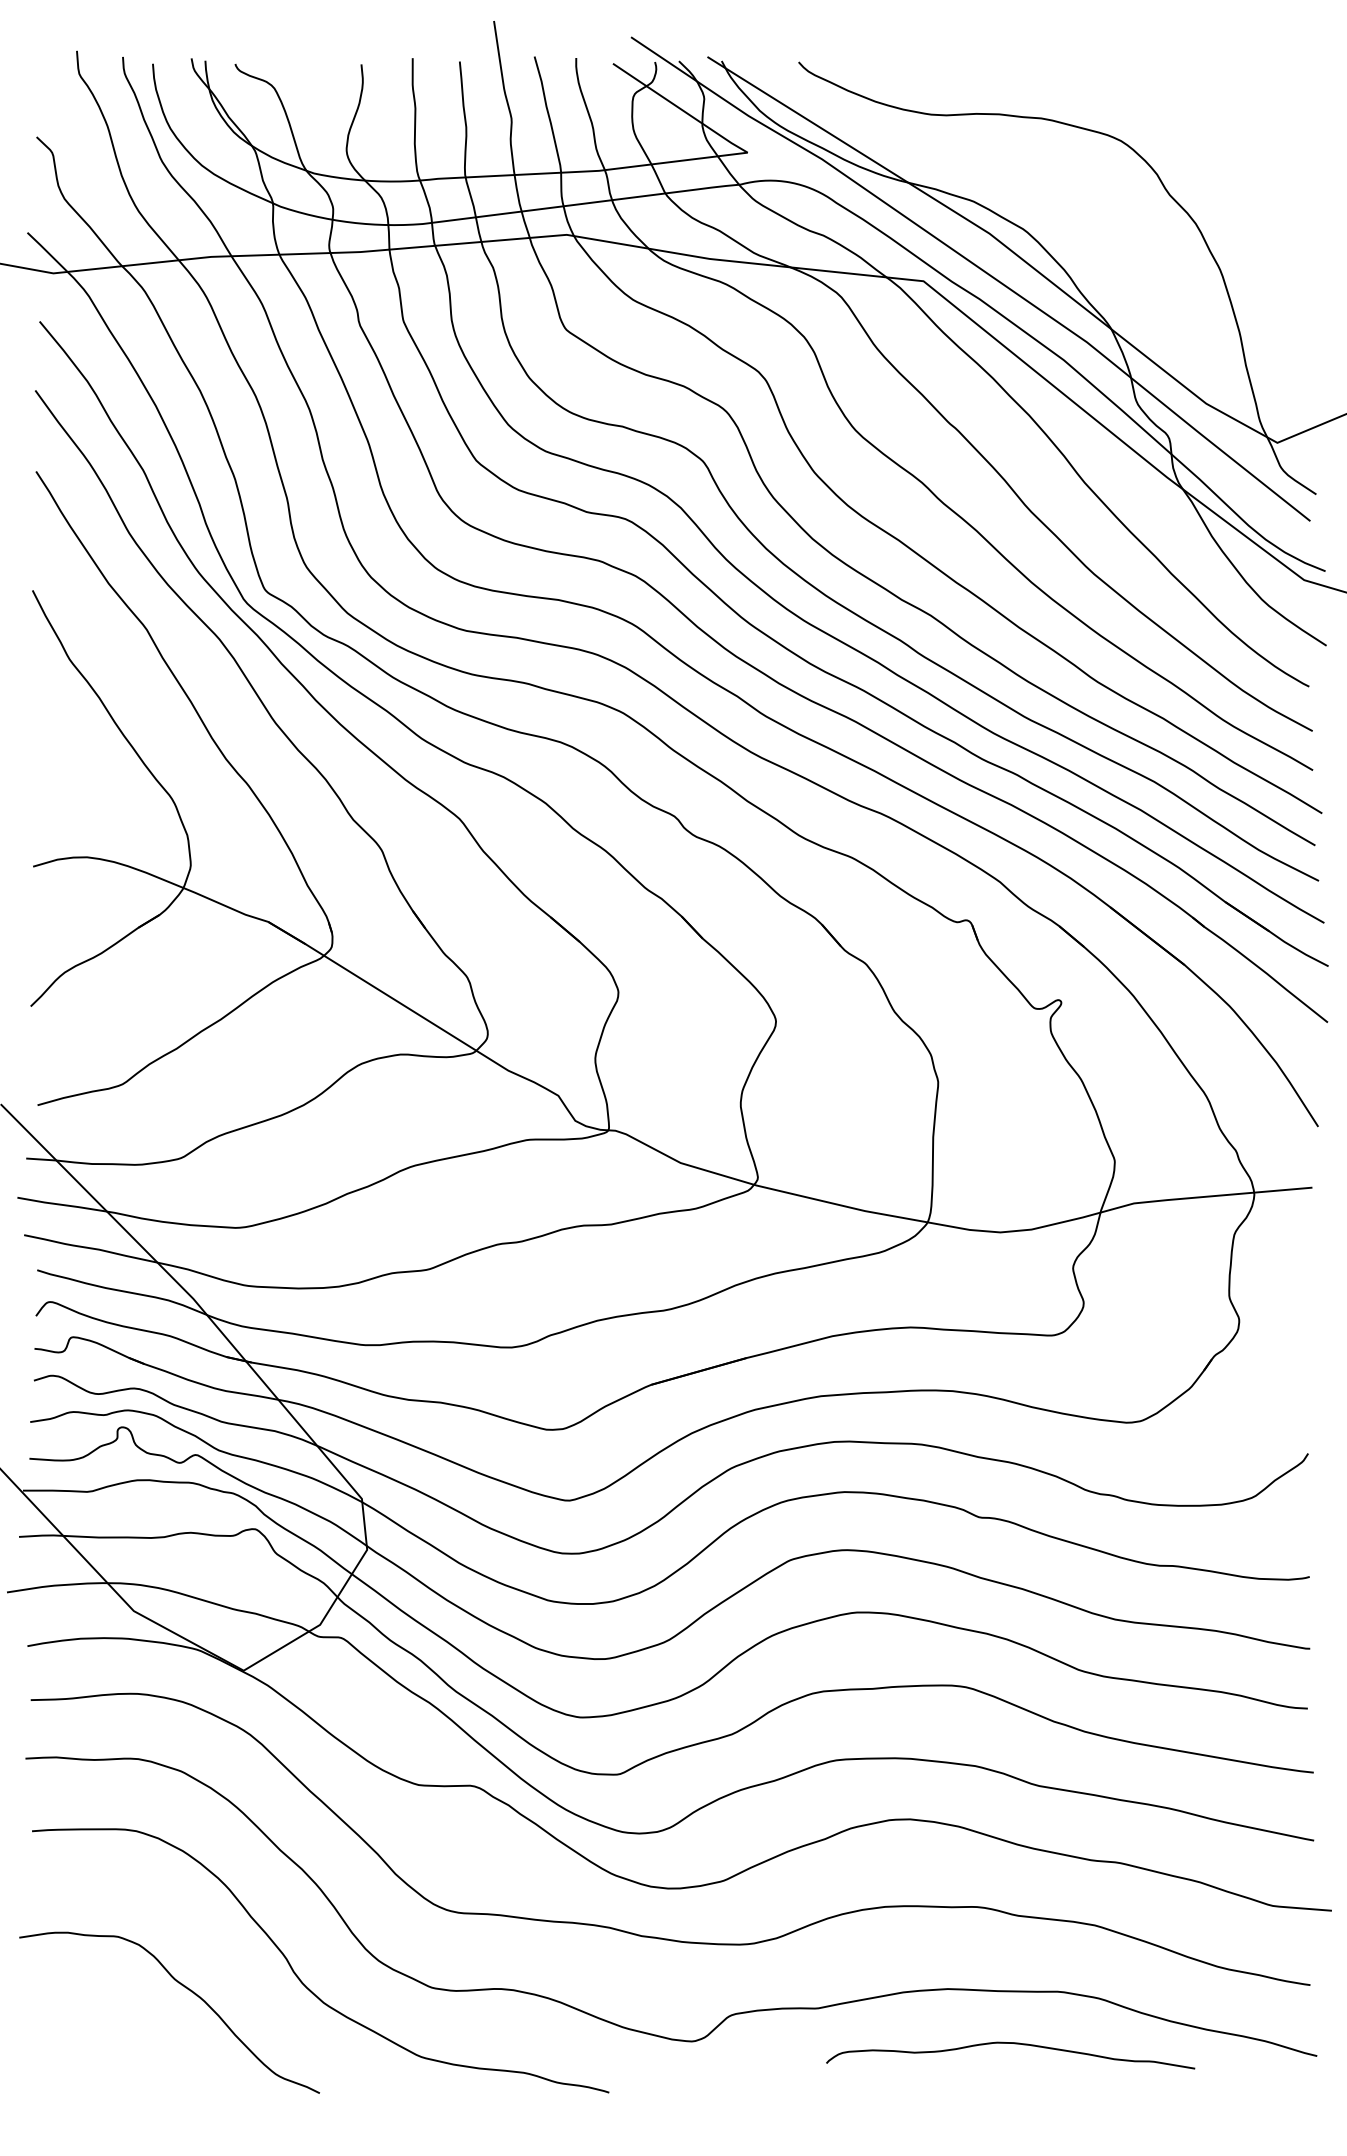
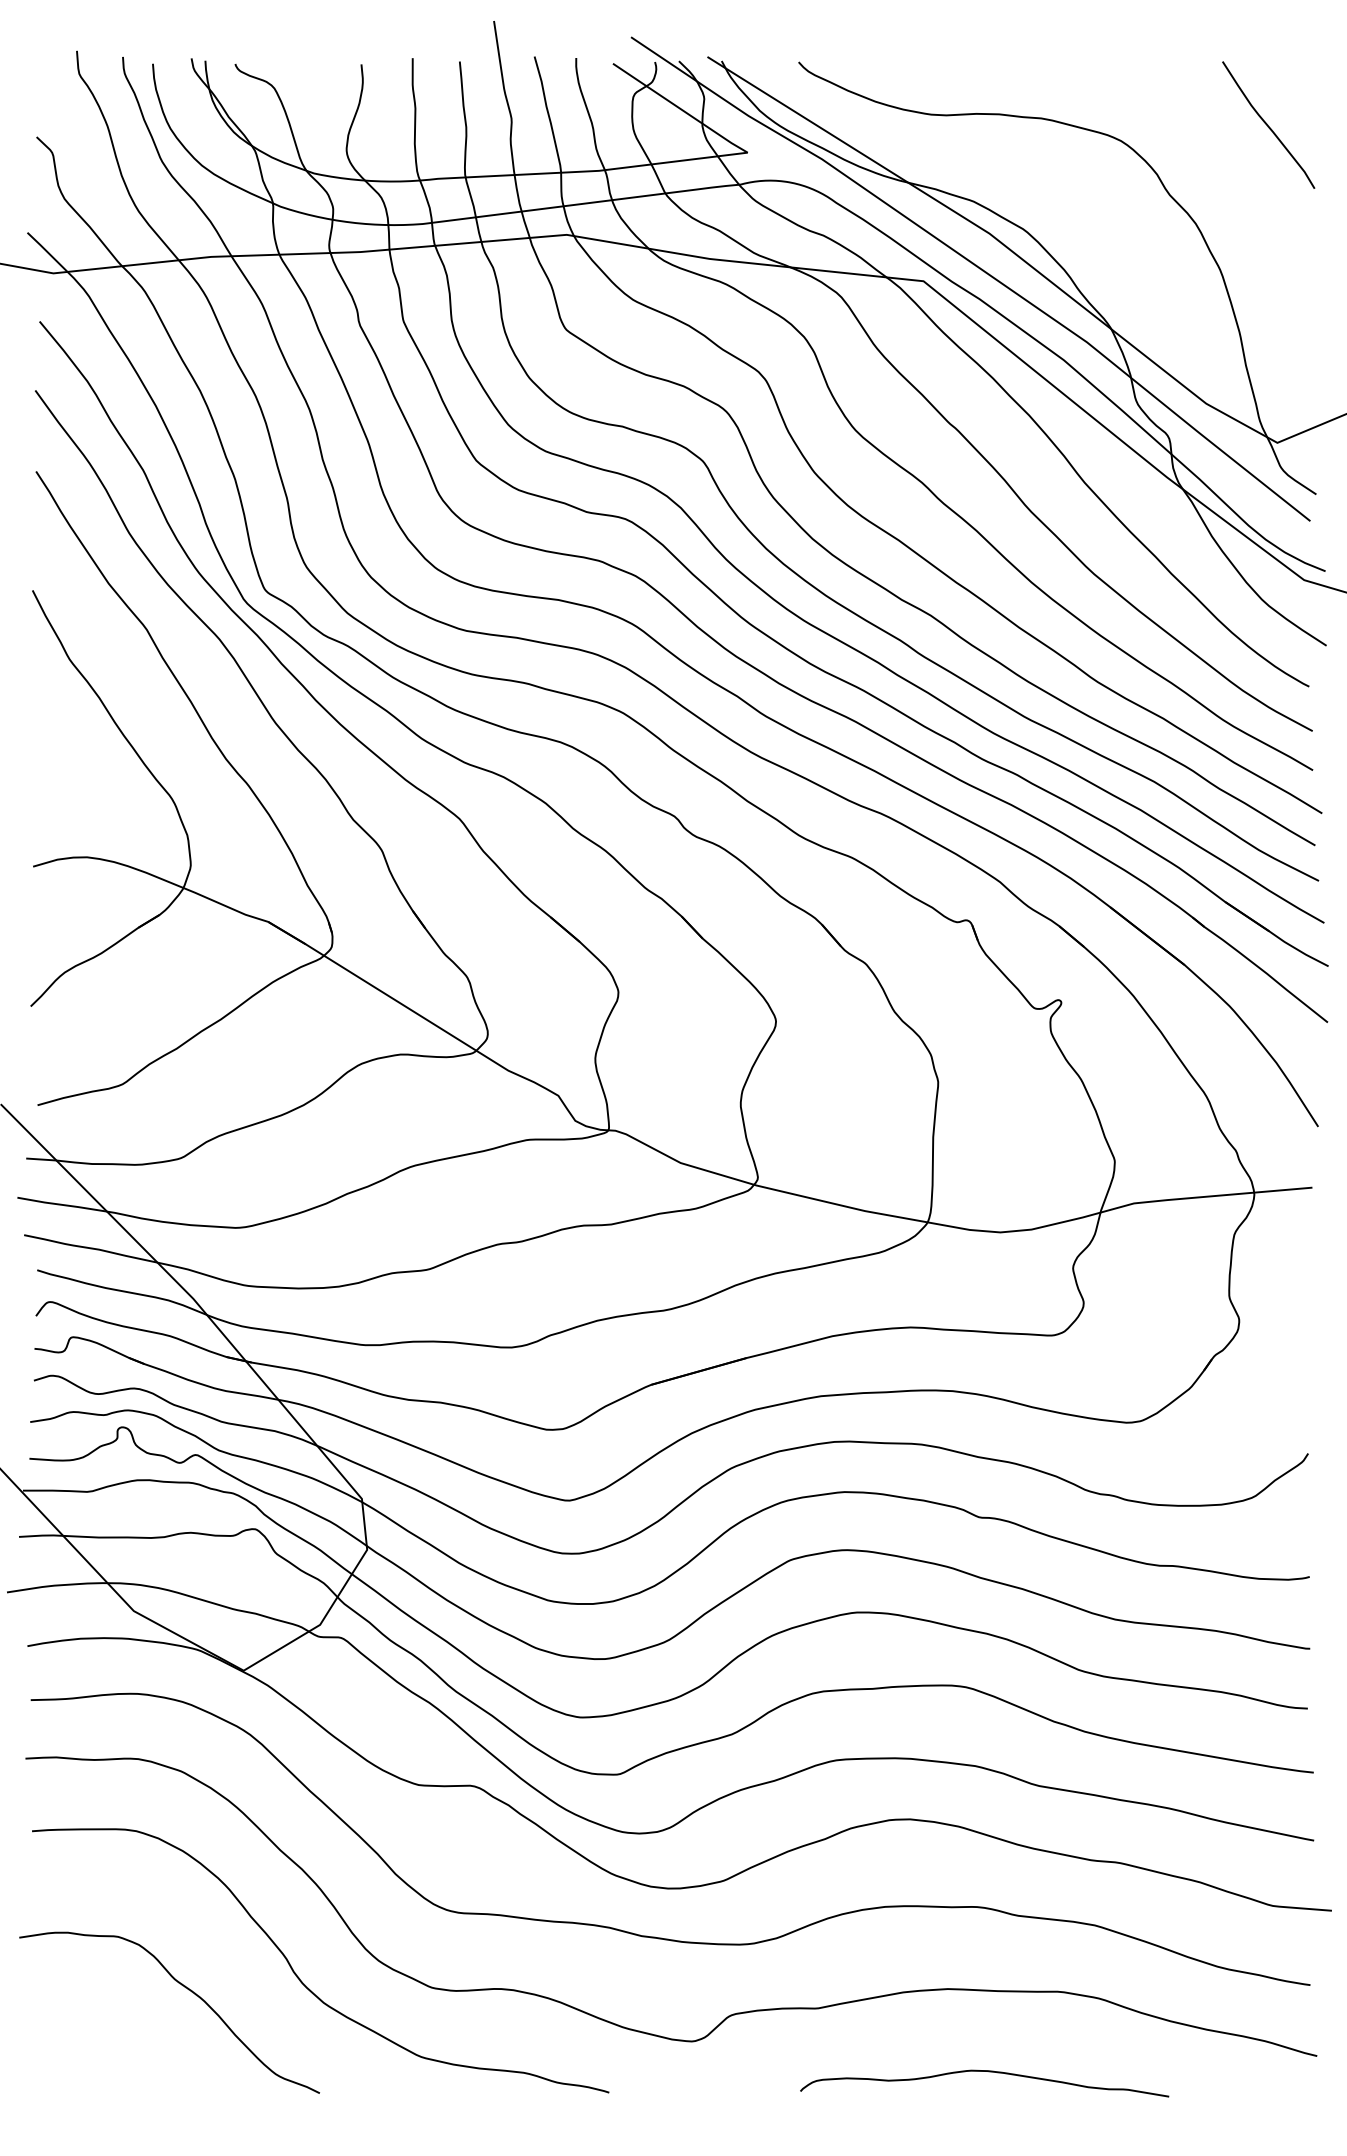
curve at (1267, 124): none -> present
curve at (1014, 2044) position: (1014, 2044) -> (988, 2072)
